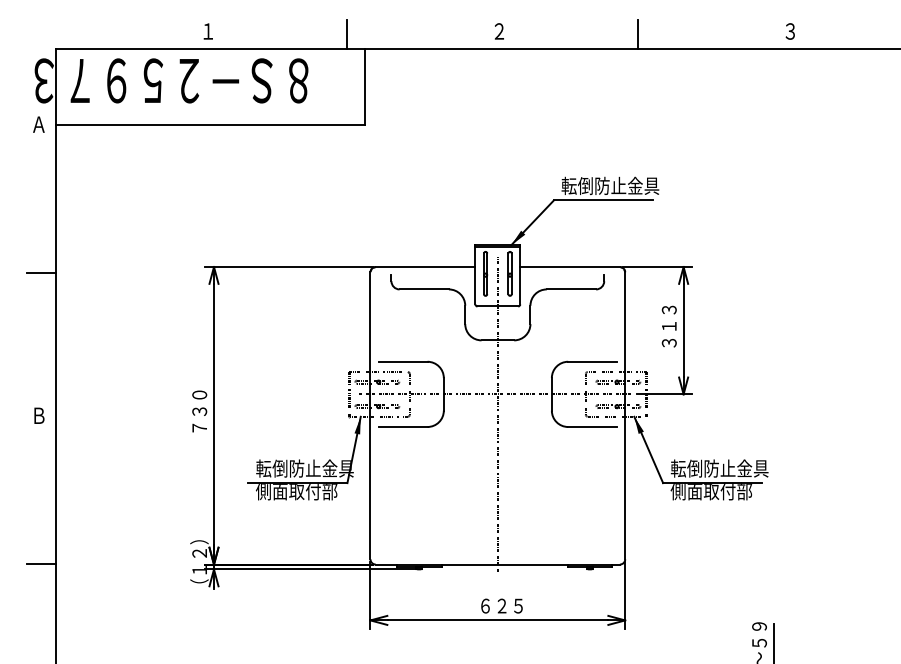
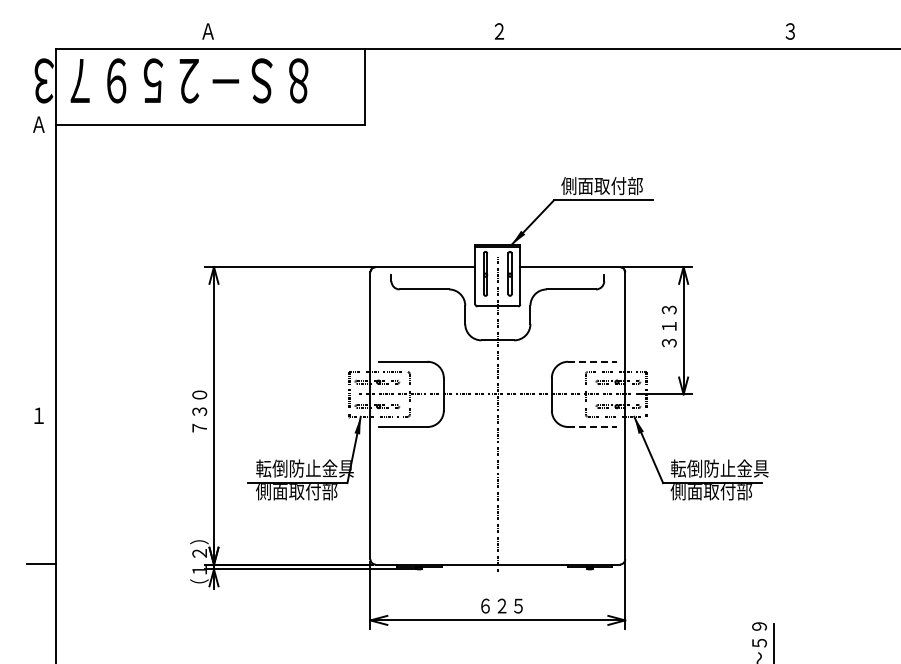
text at (207, 31): １ -> Ａ
line at (347, 34): present -> none
line at (638, 34): present -> none
text at (610, 185): 転倒防止金具 -> 側面取付部
line at (41, 273): present -> none
line at (593, 361): solid -> dashed
text at (39, 415): Ｂ -> １
line at (593, 427): solid -> dashed
